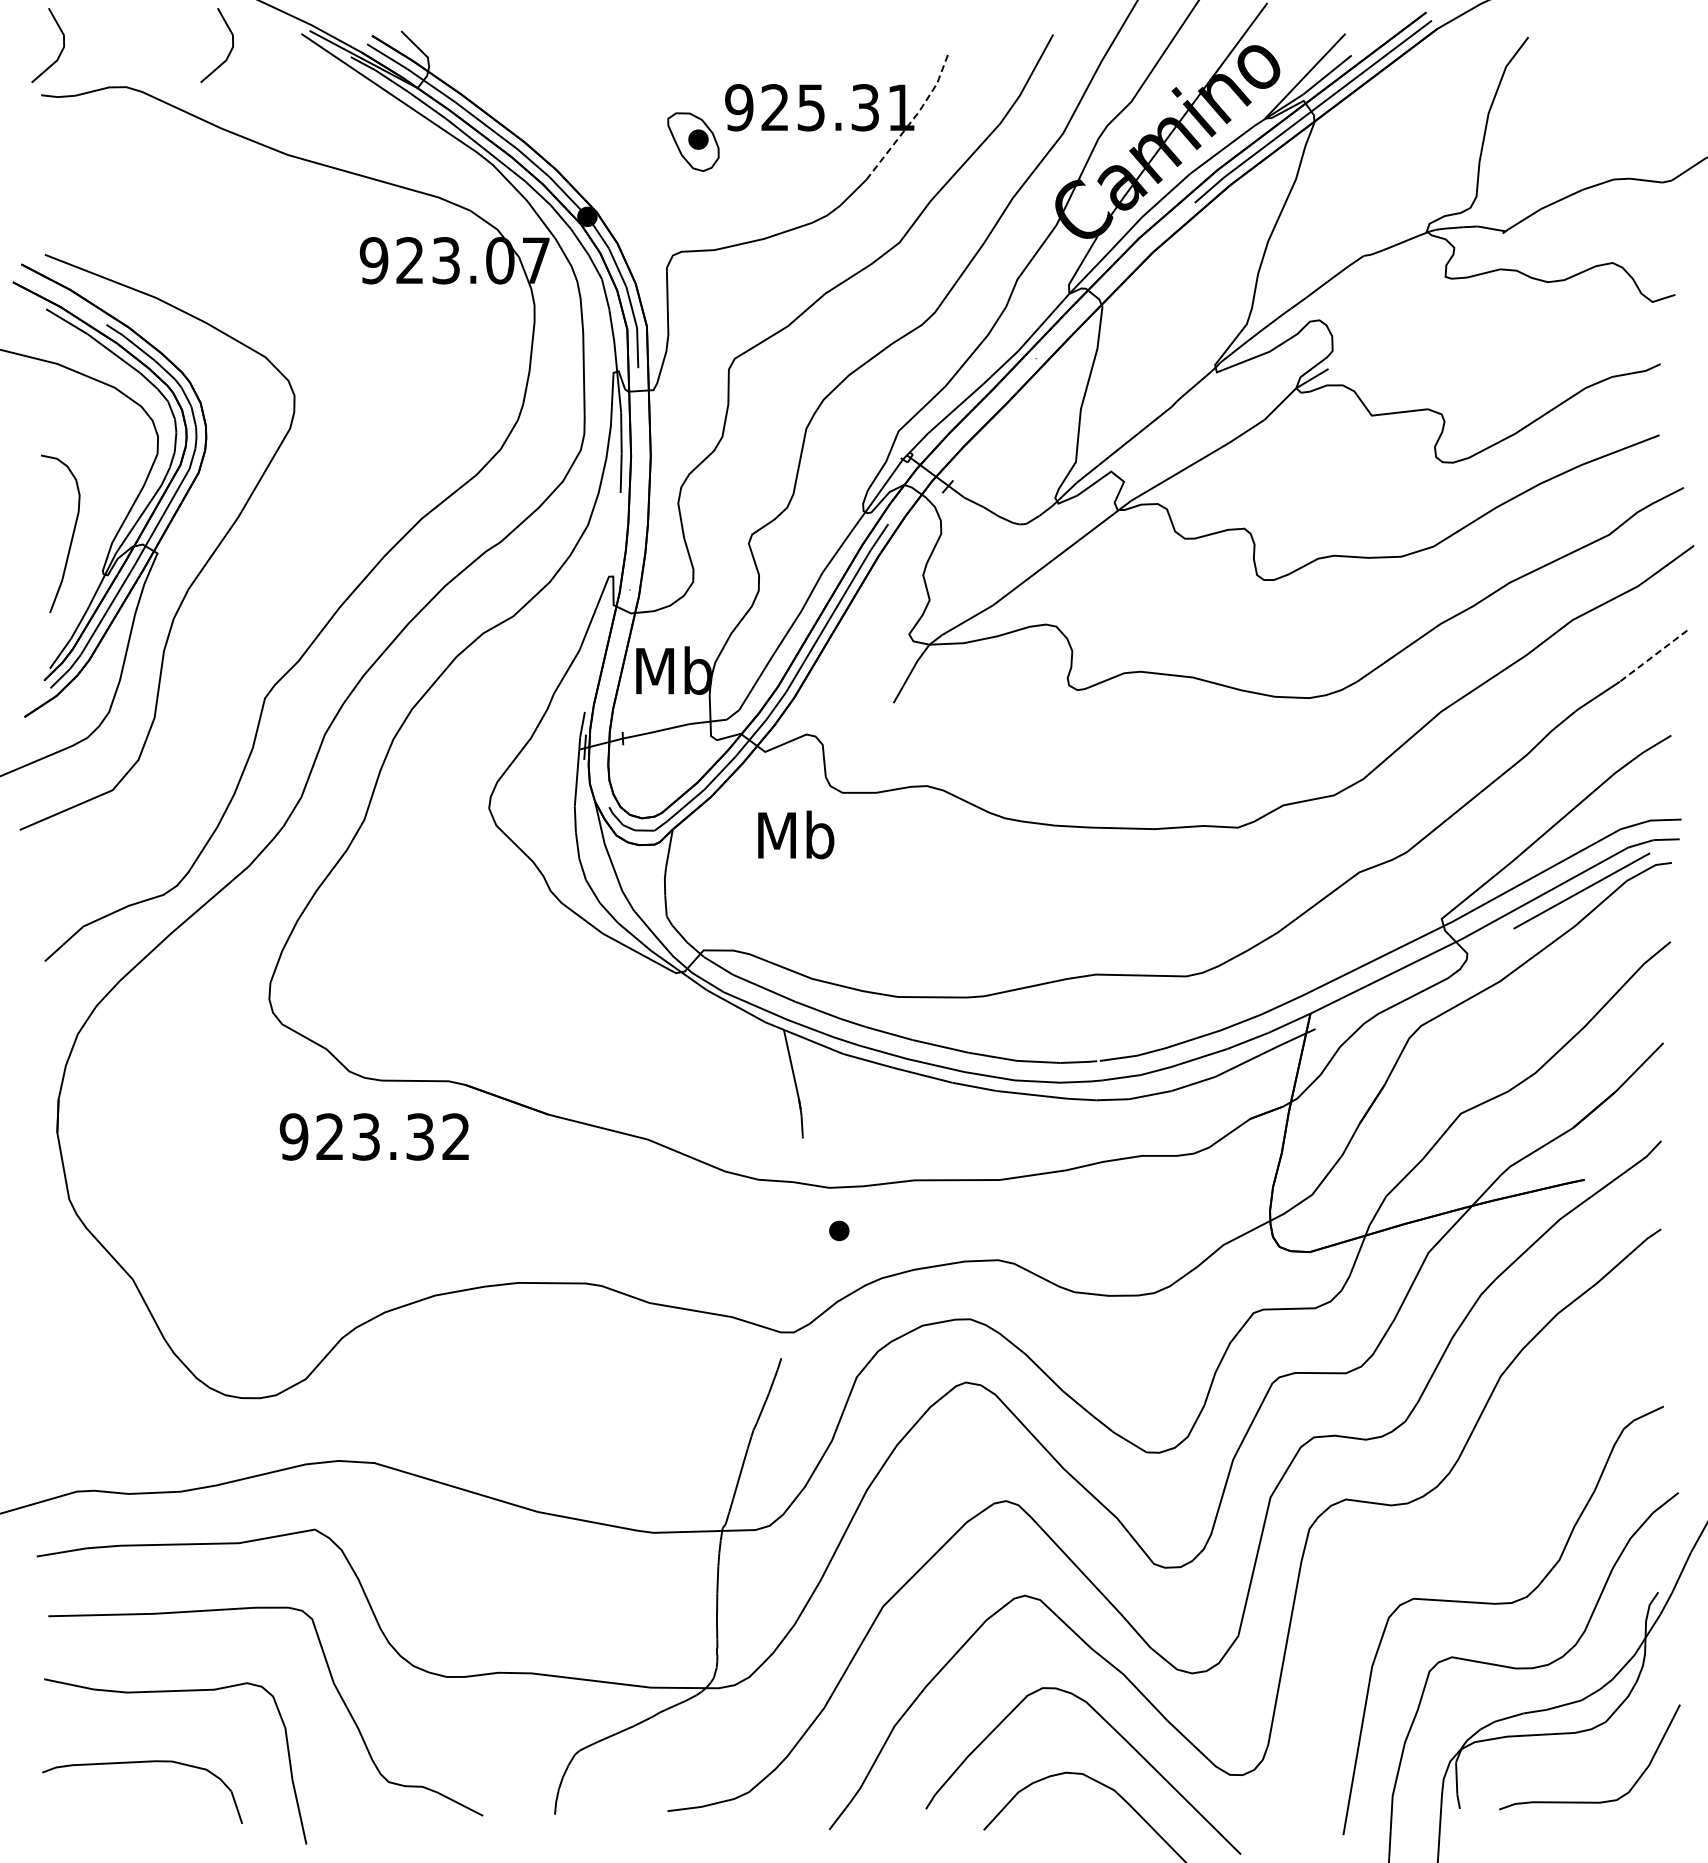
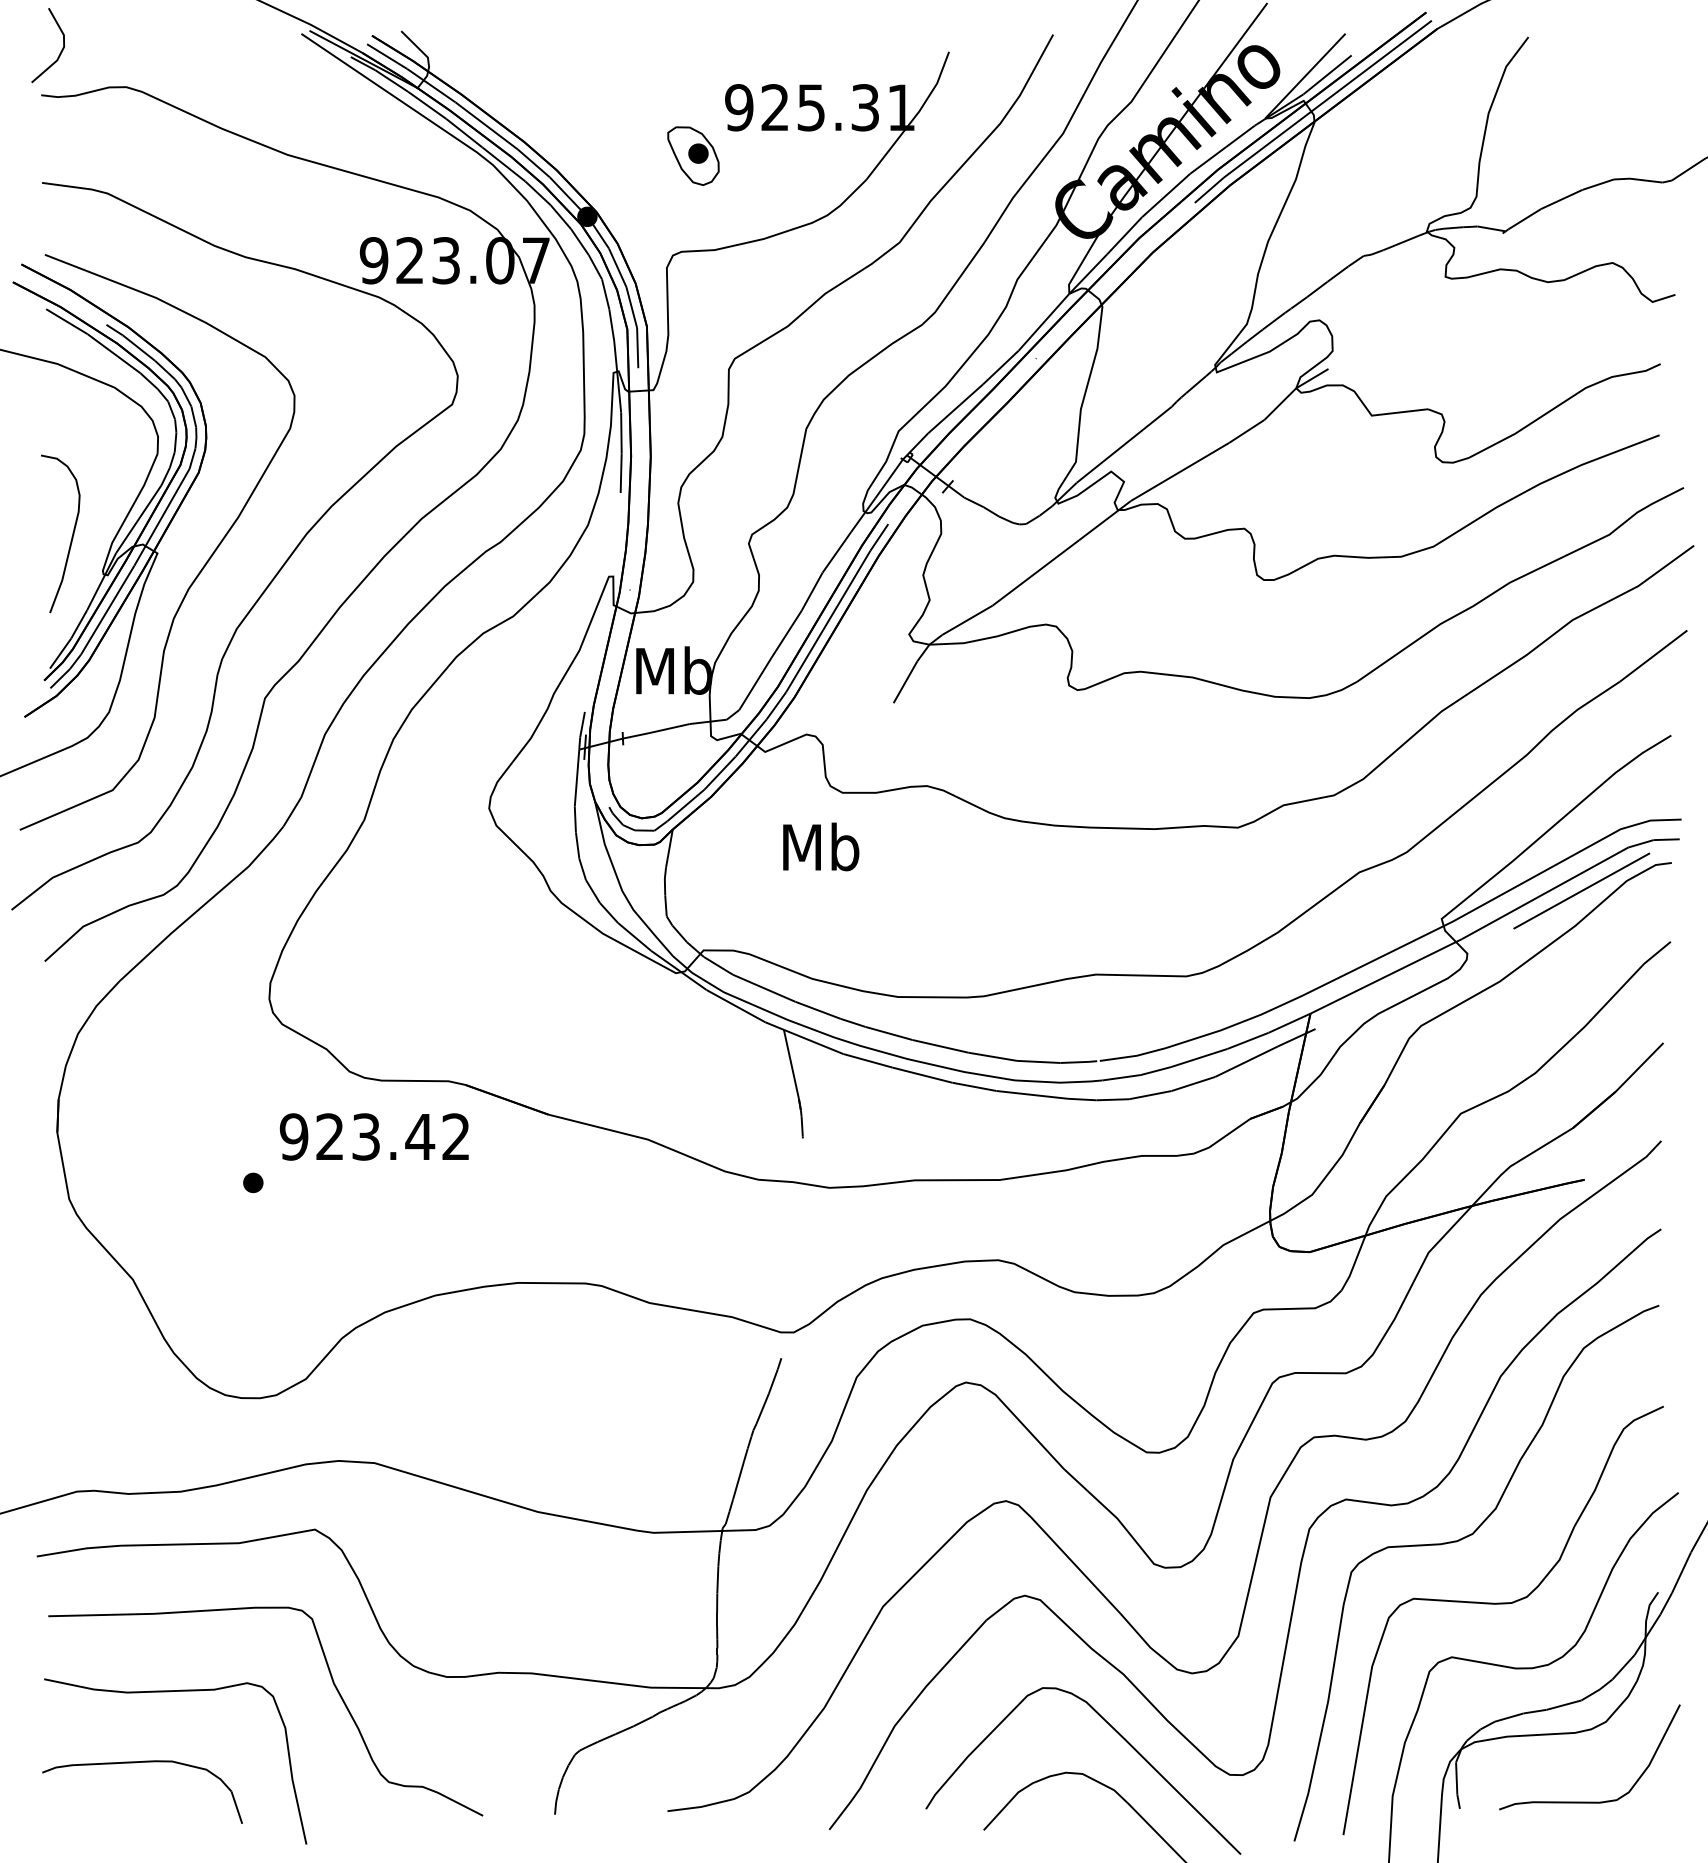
line at (229, 51): present -> none
line at (914, 117): dashed -> solid
part at (693, 141) position: (693, 141) -> (693, 155)
curve at (274, 575): none -> present
line at (1653, 656): dashed -> solid
text at (796, 834) position: (796, 834) -> (821, 846)
text at (420, 1136): 923.32 -> 923.42
part at (839, 1230) position: (839, 1230) -> (253, 1182)
curve at (1461, 1540): none -> present
